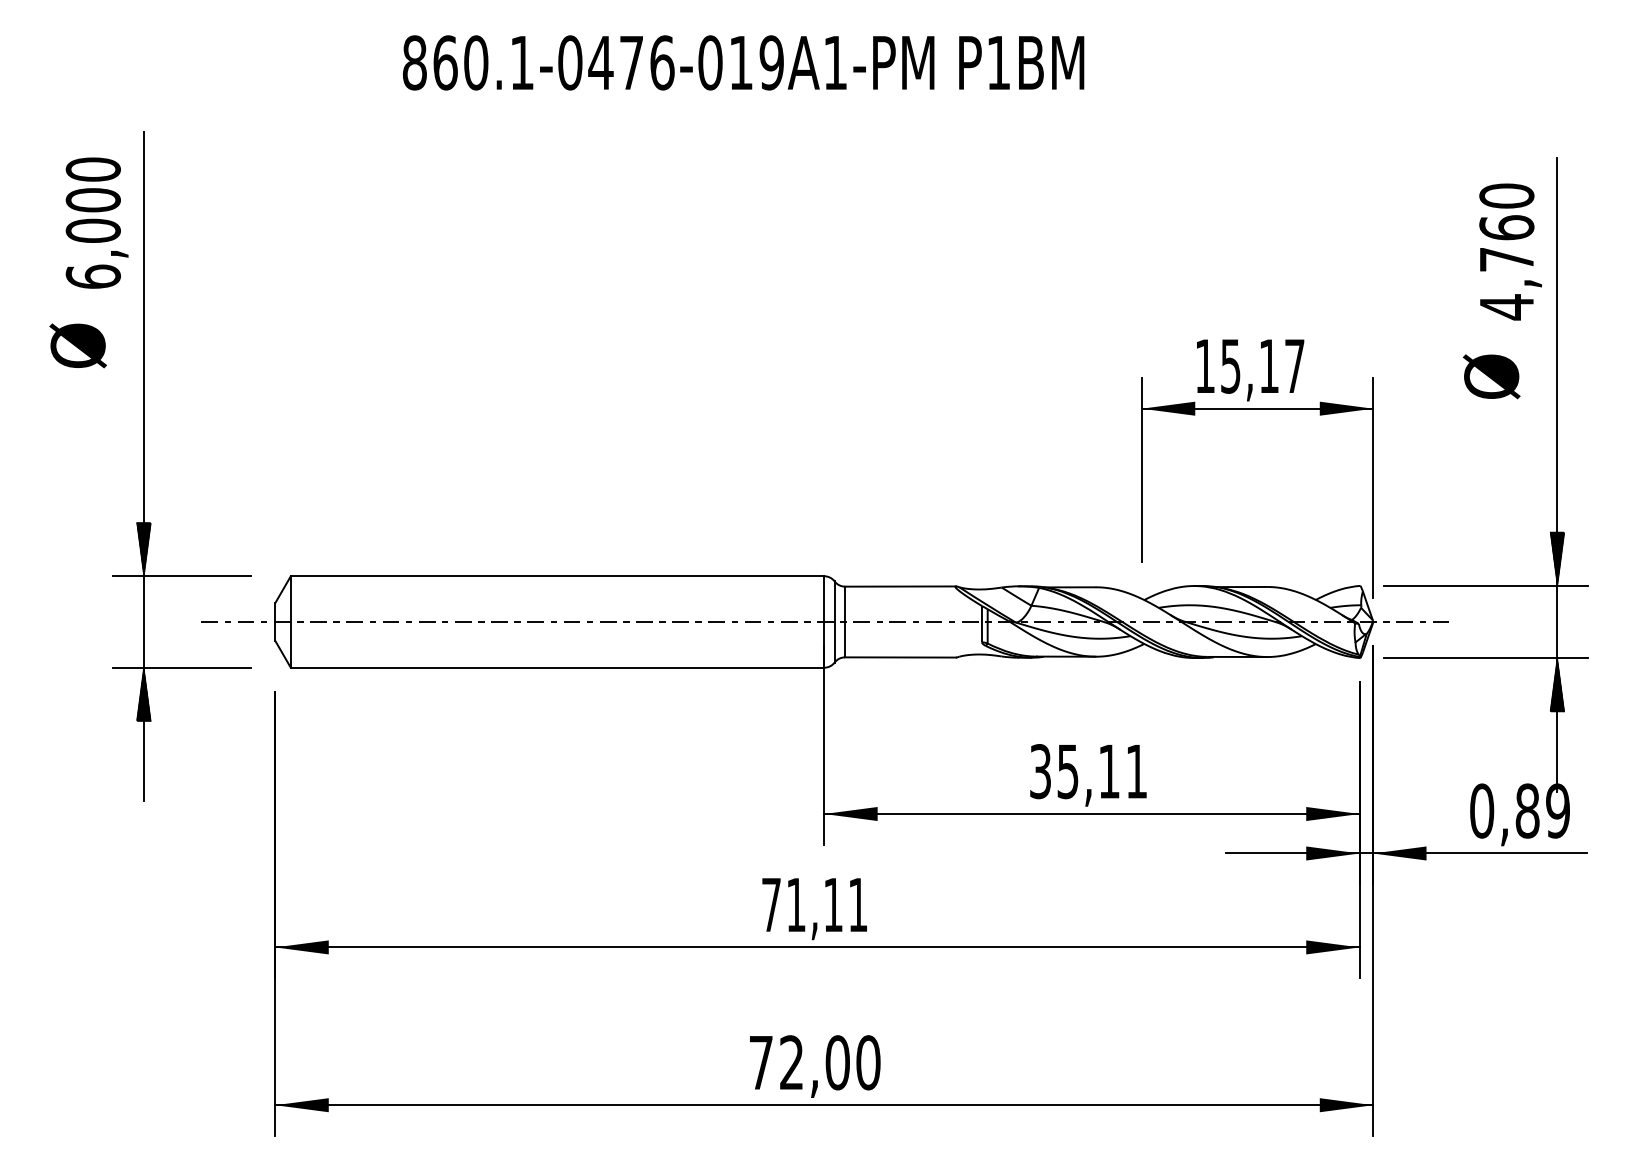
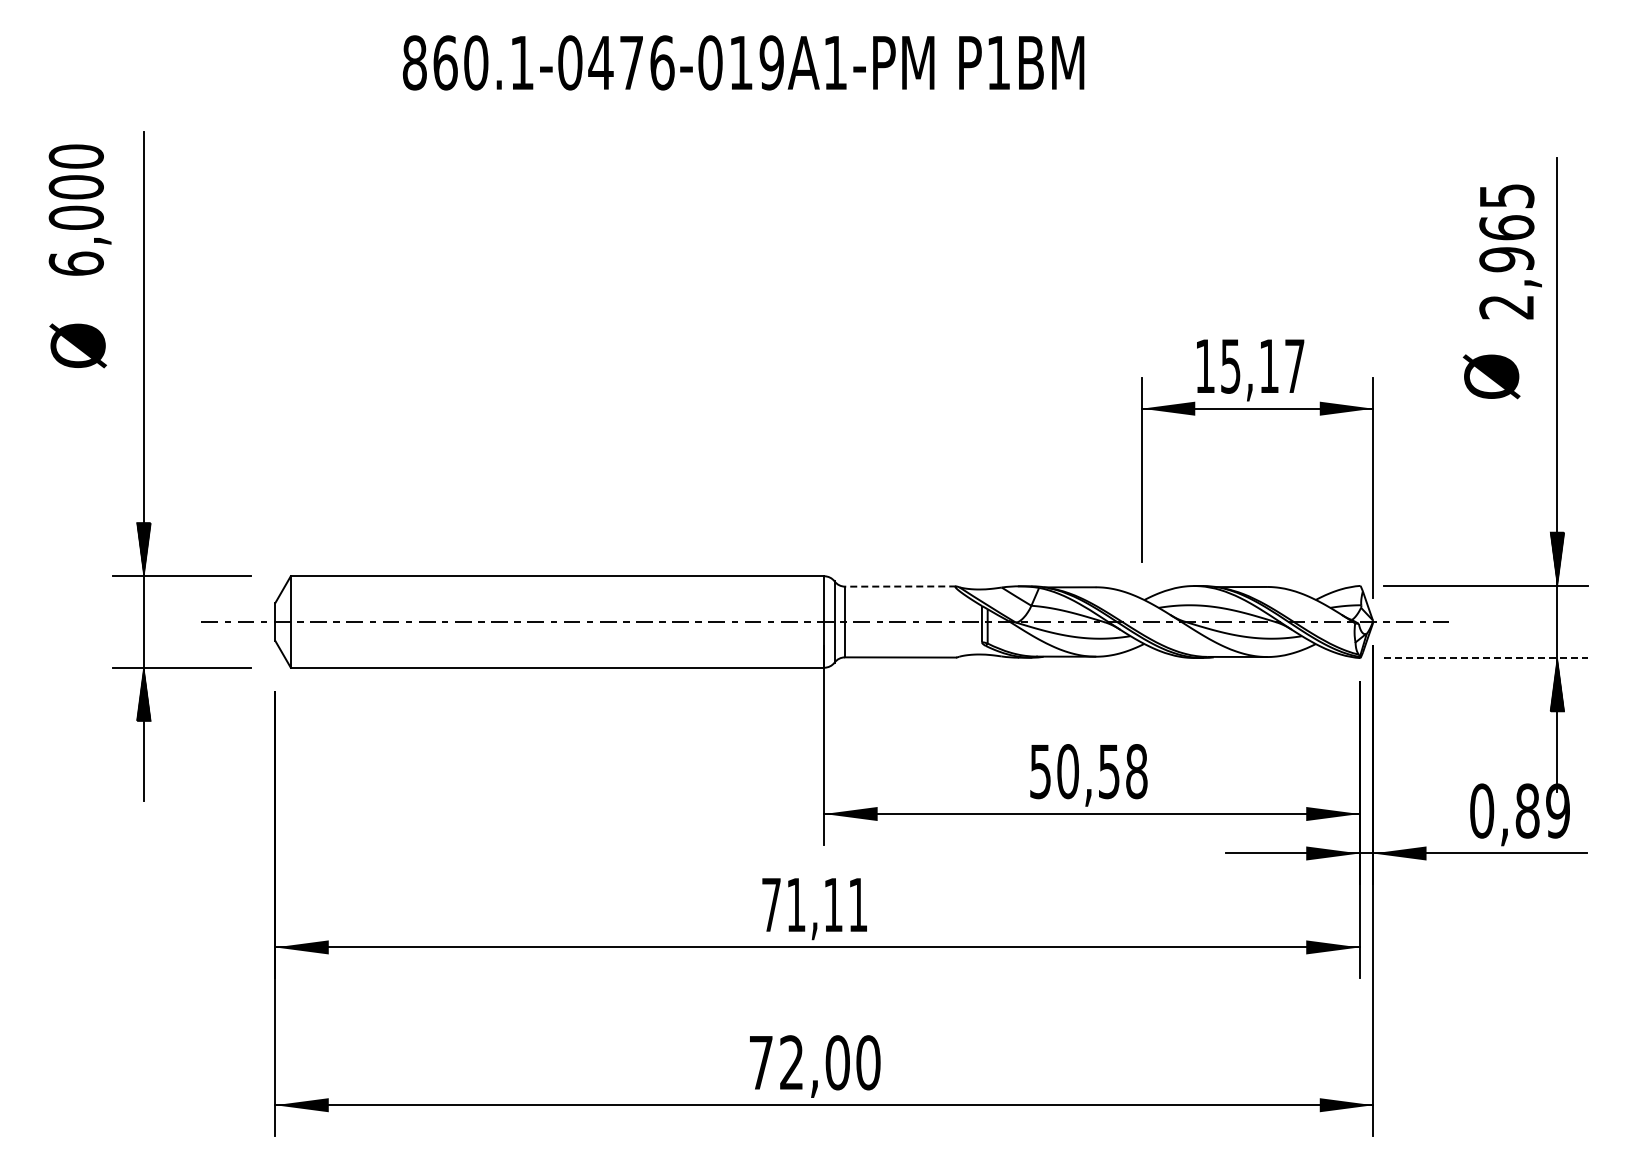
text at (96, 222) position: (96, 222) -> (79, 209)
text at (1506, 251): 4,760 -> 2,965
line at (900, 586): solid -> dashed
line at (1486, 658): solid -> dashed
text at (1088, 771): 35,11 -> 50,58
